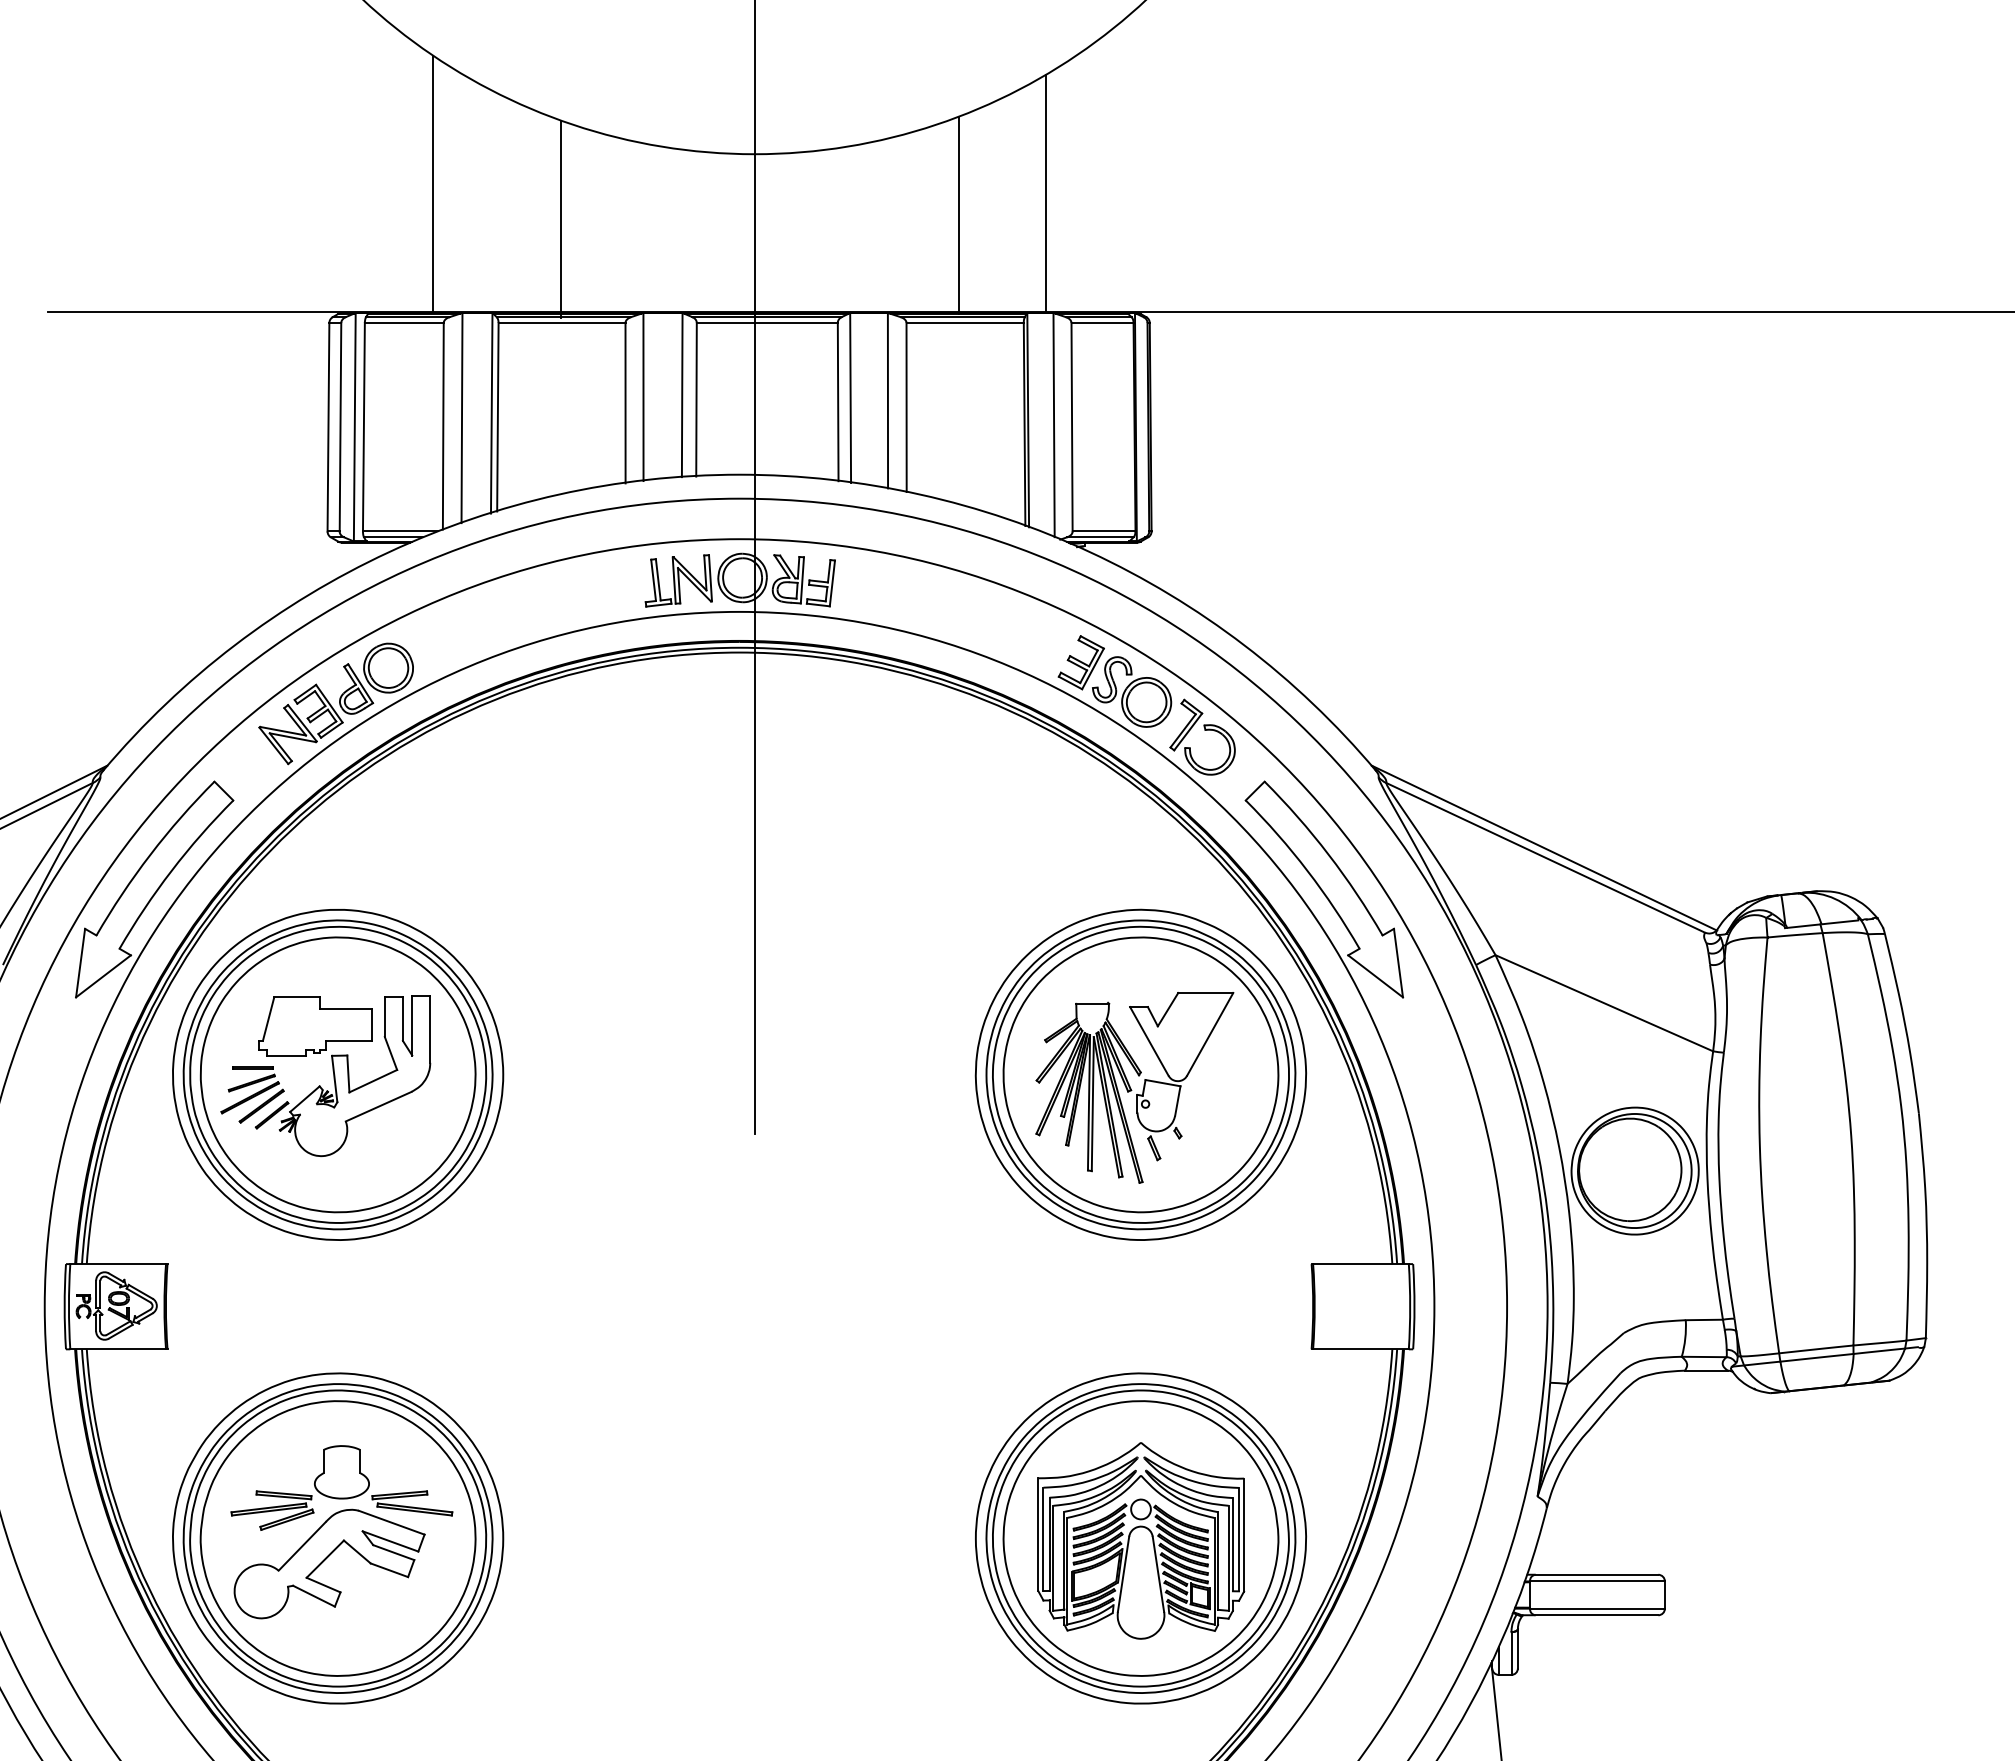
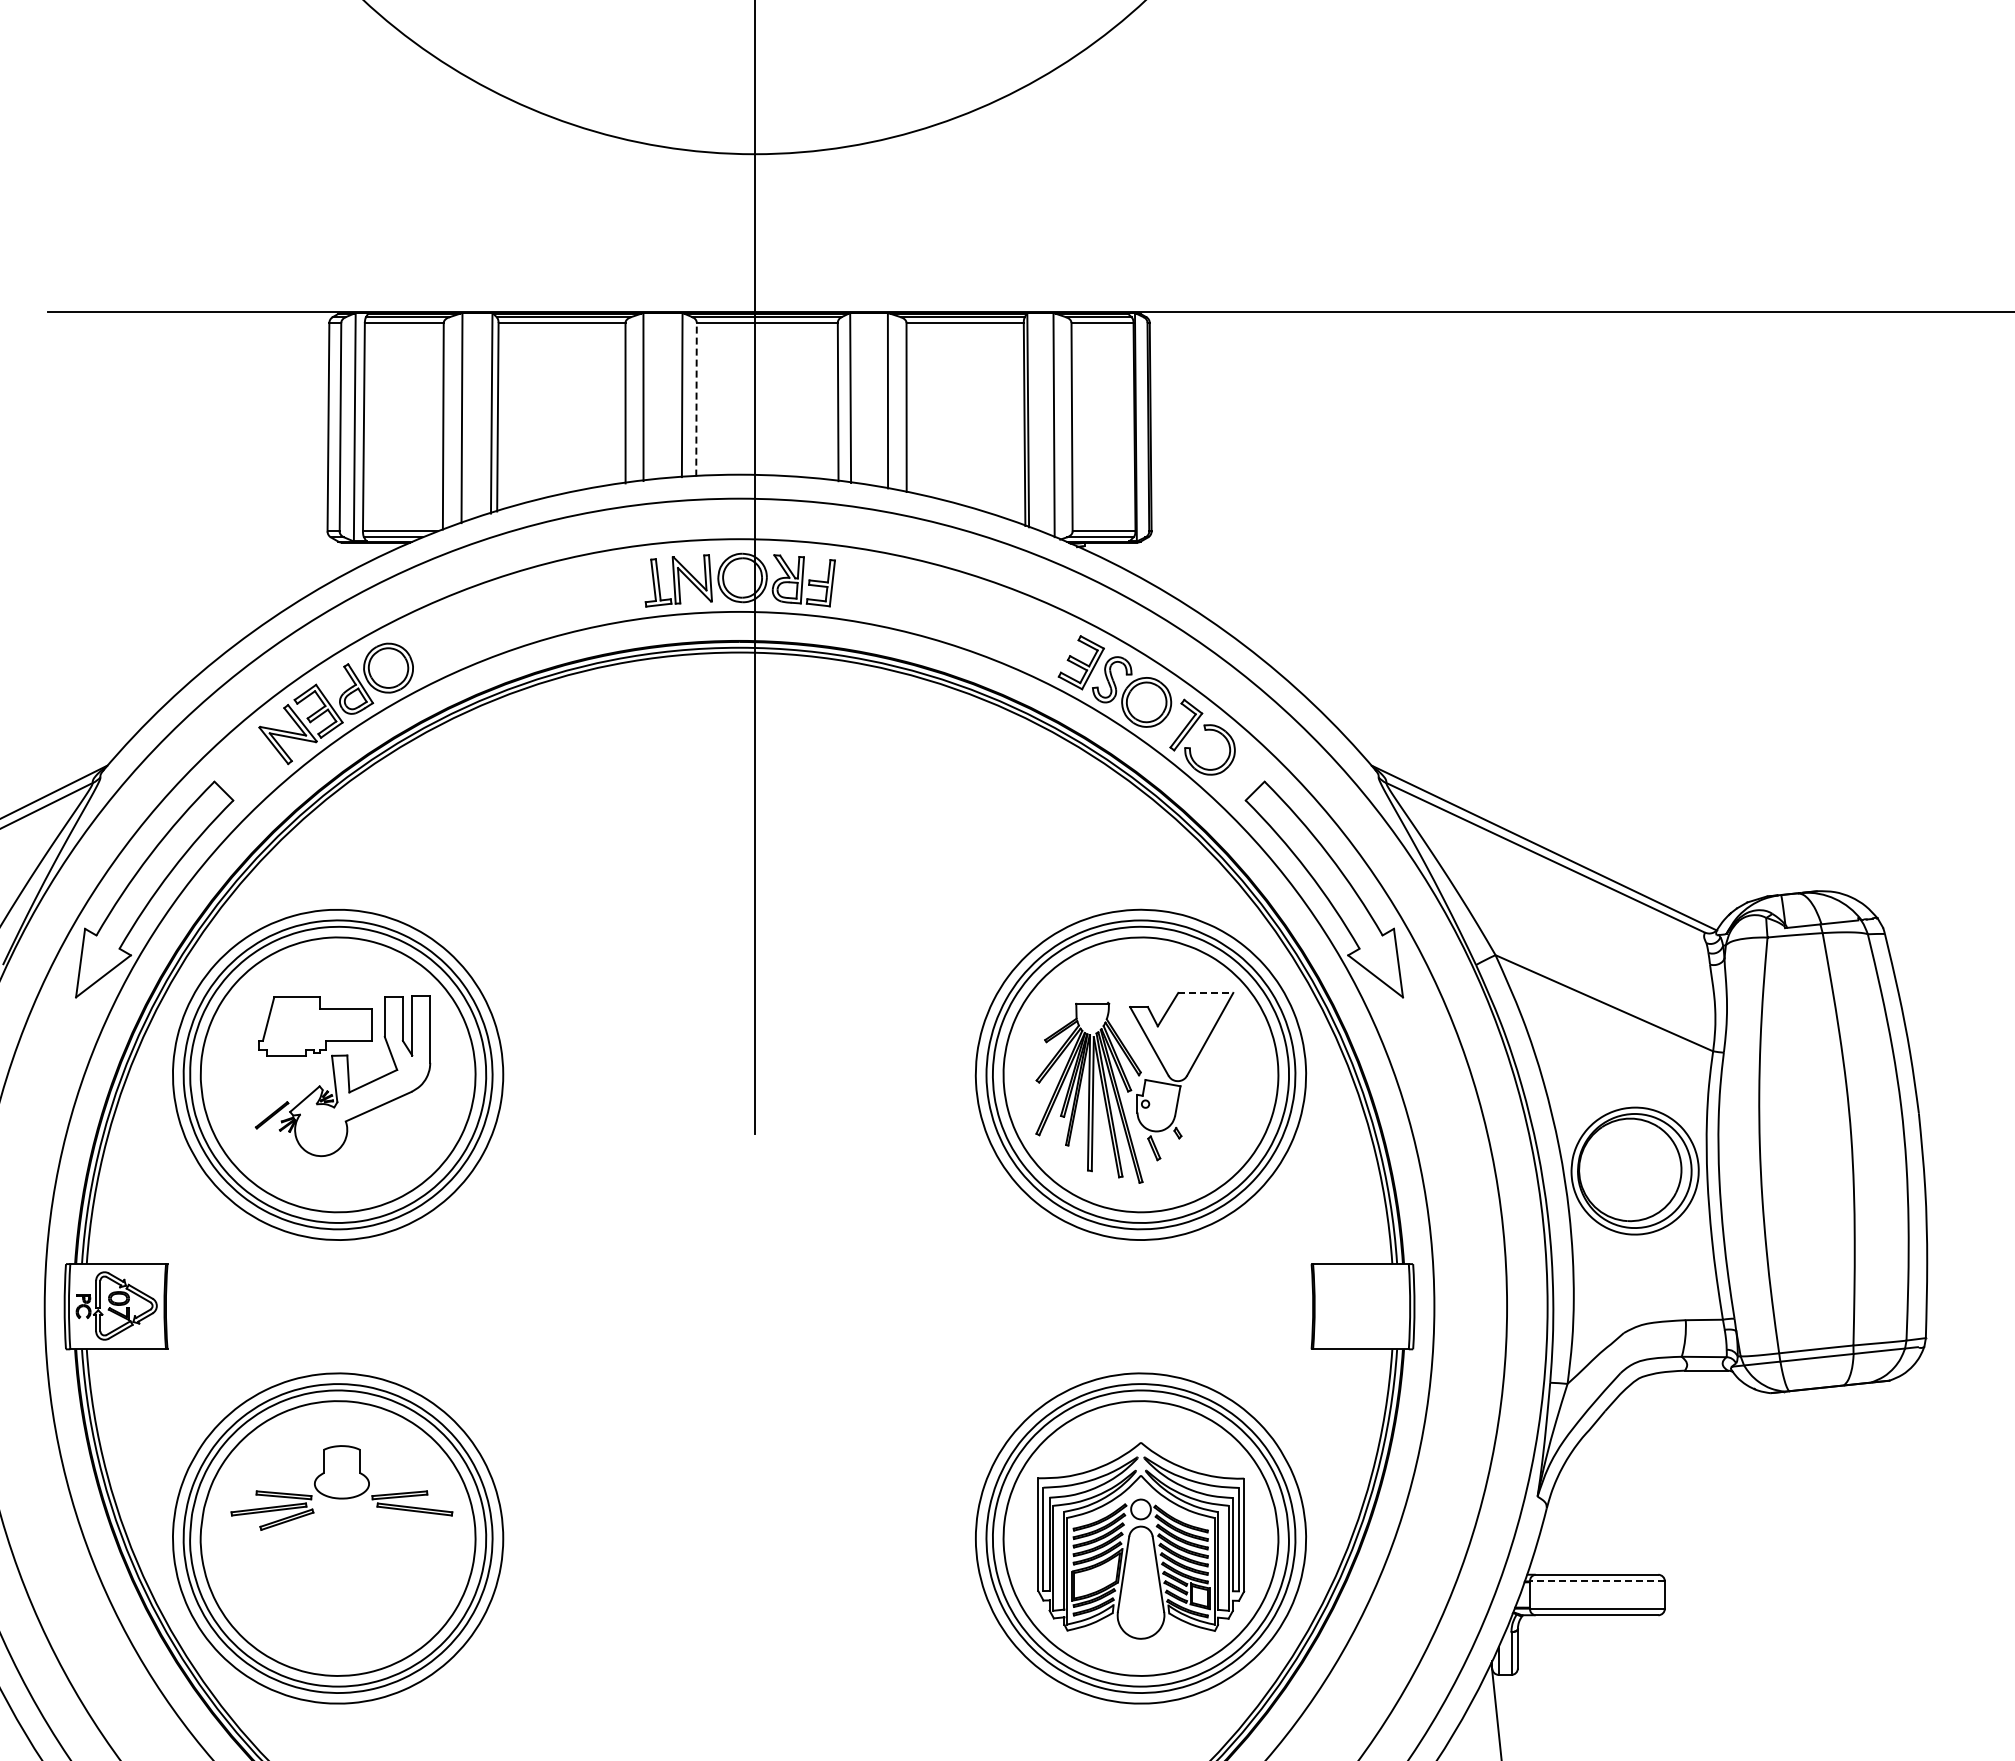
line at (433, 183): present -> none
line at (1045, 193): present -> none
line at (958, 214): present -> none
line at (560, 218): present -> none
line at (696, 399): solid -> dashed
line at (1206, 992): solid -> dashed
part at (252, 1094): present -> none
part at (329, 1563): present -> none
line at (1596, 1581): solid -> dashed
